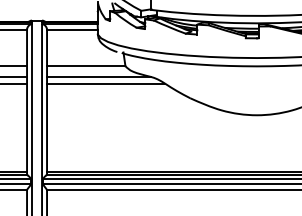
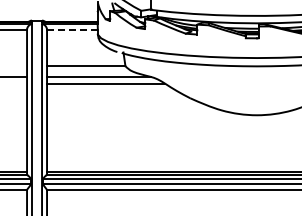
line at (71, 29): solid -> dashed
line at (14, 66): present -> none
line at (14, 83): present -> none
